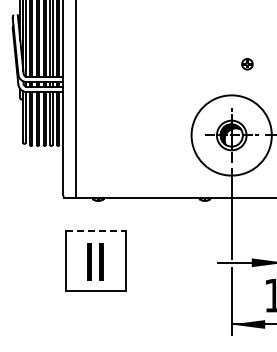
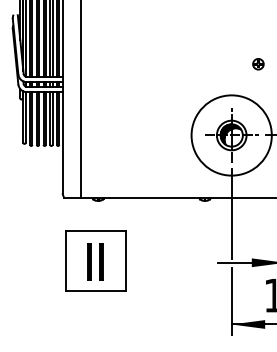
part at (247, 64) position: (247, 64) -> (258, 64)
line at (75, 99) position: (75, 99) -> (80, 99)
line at (96, 231): dashed -> solid
